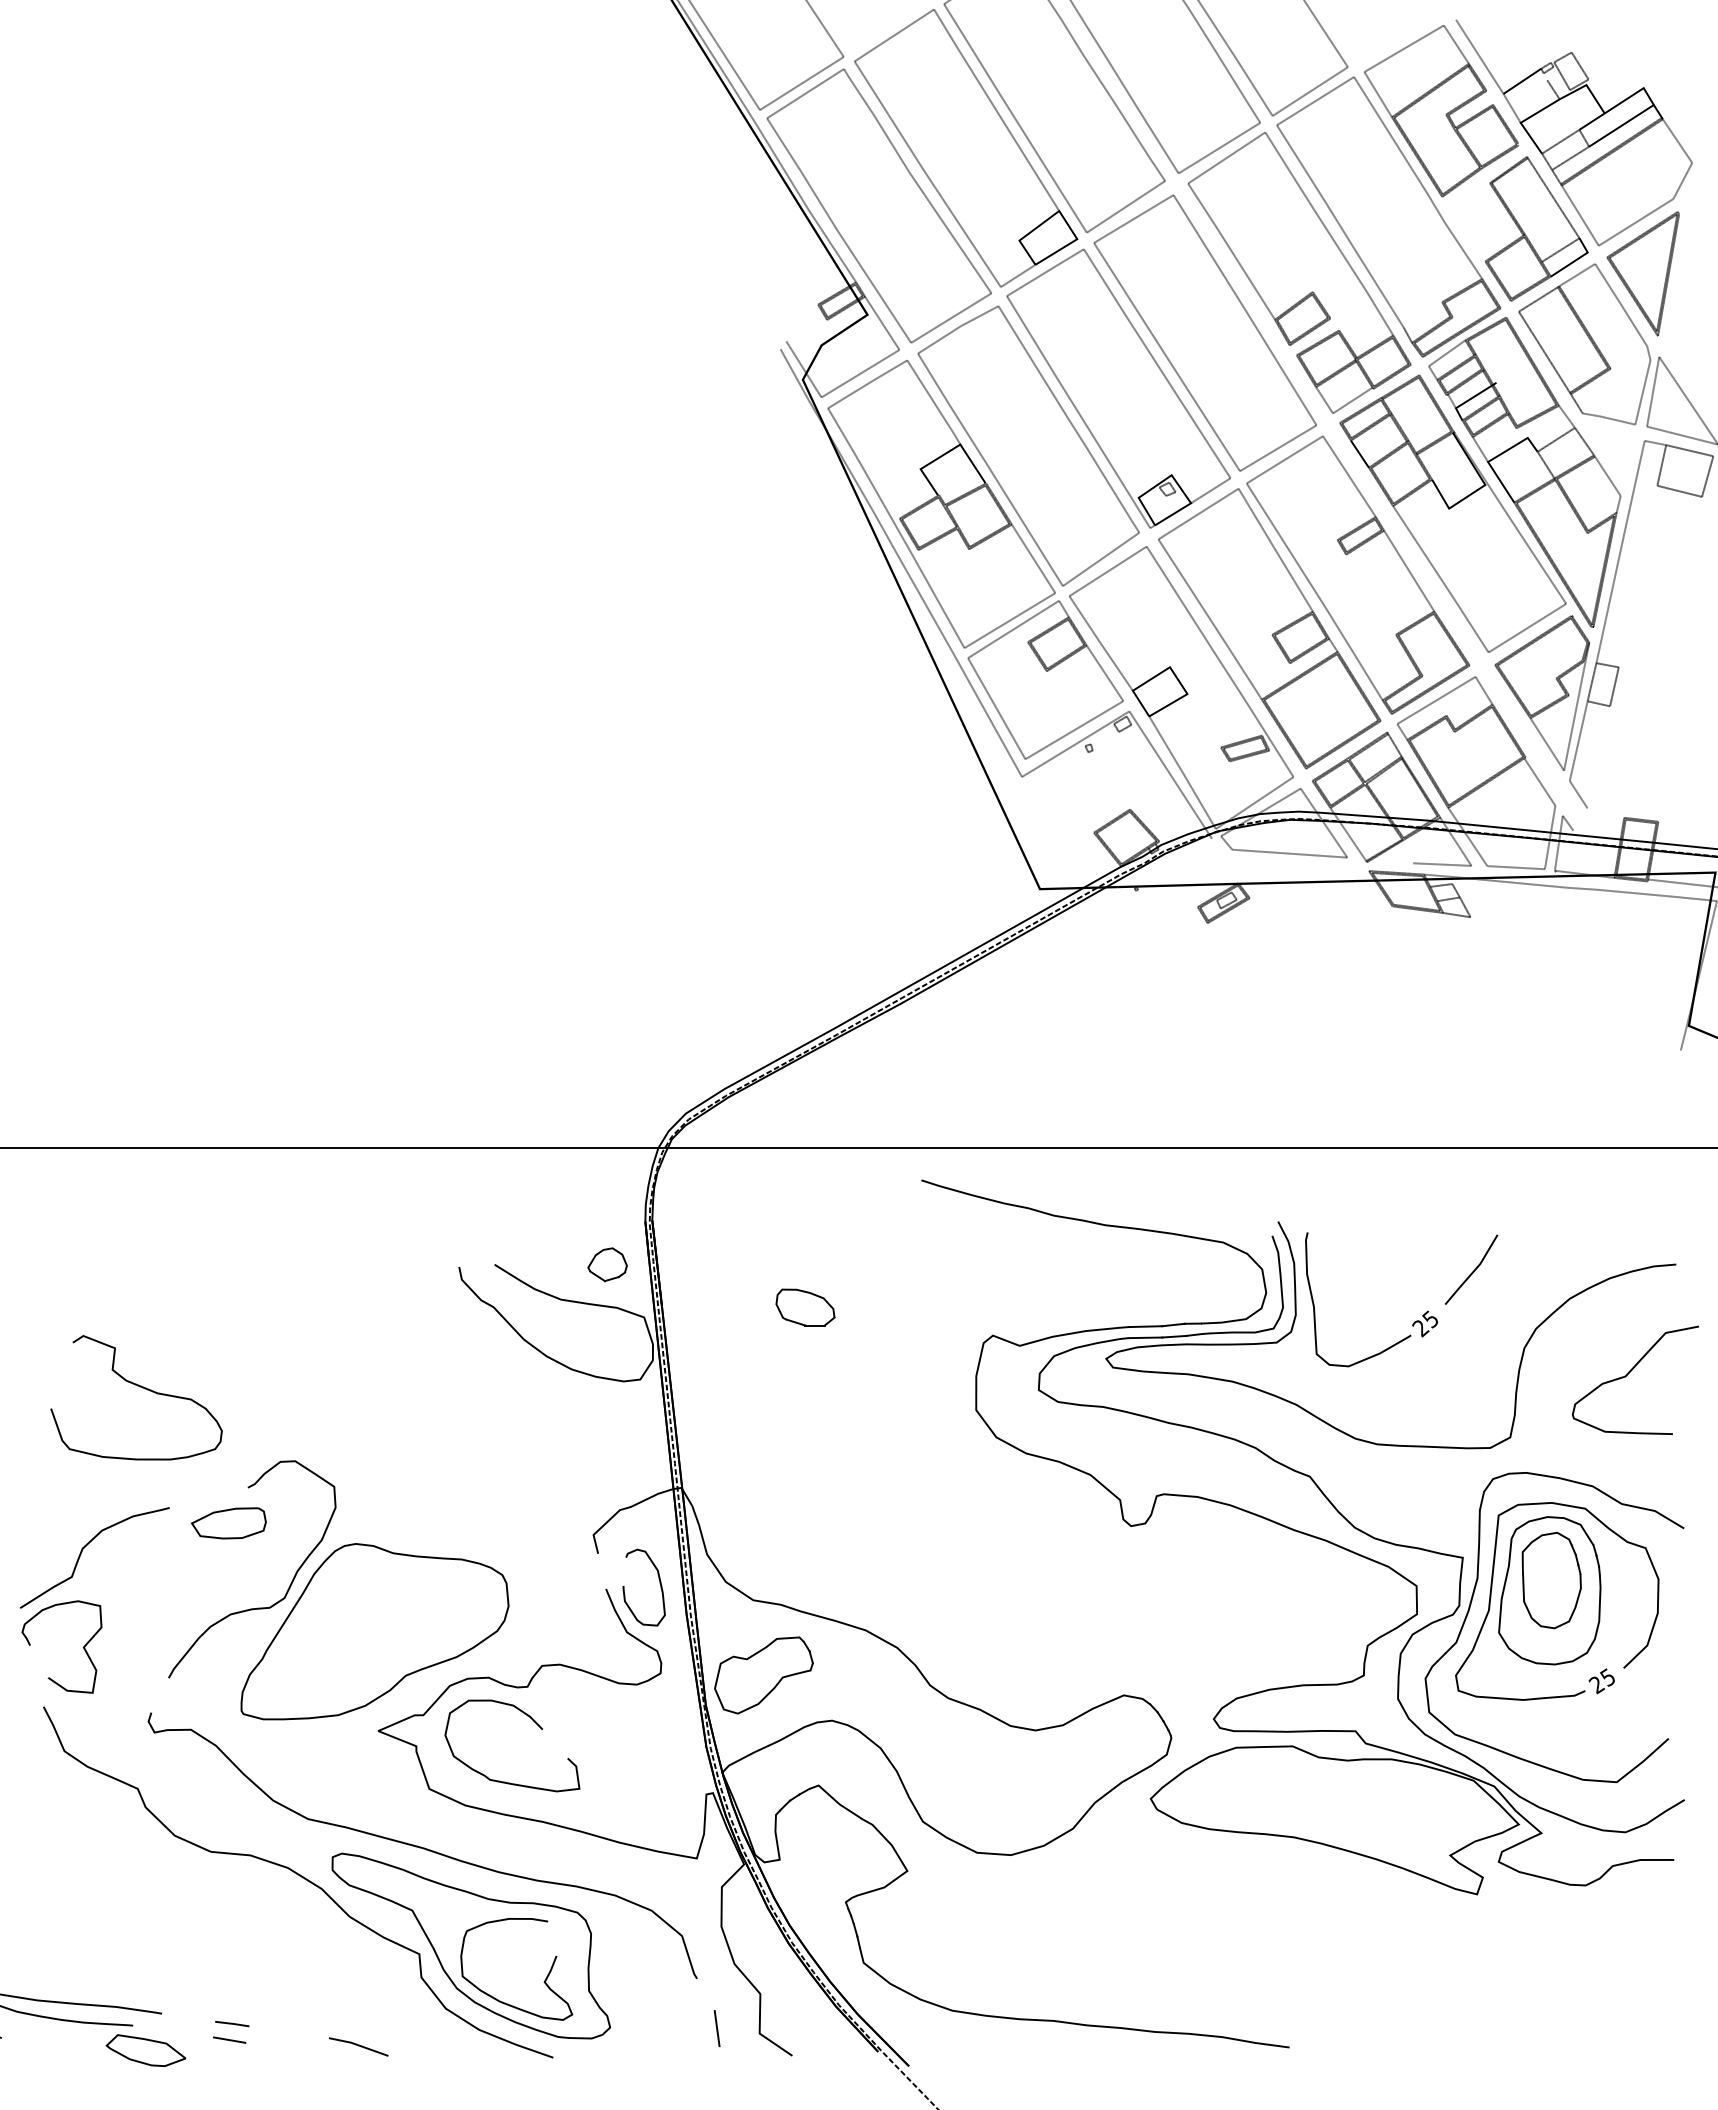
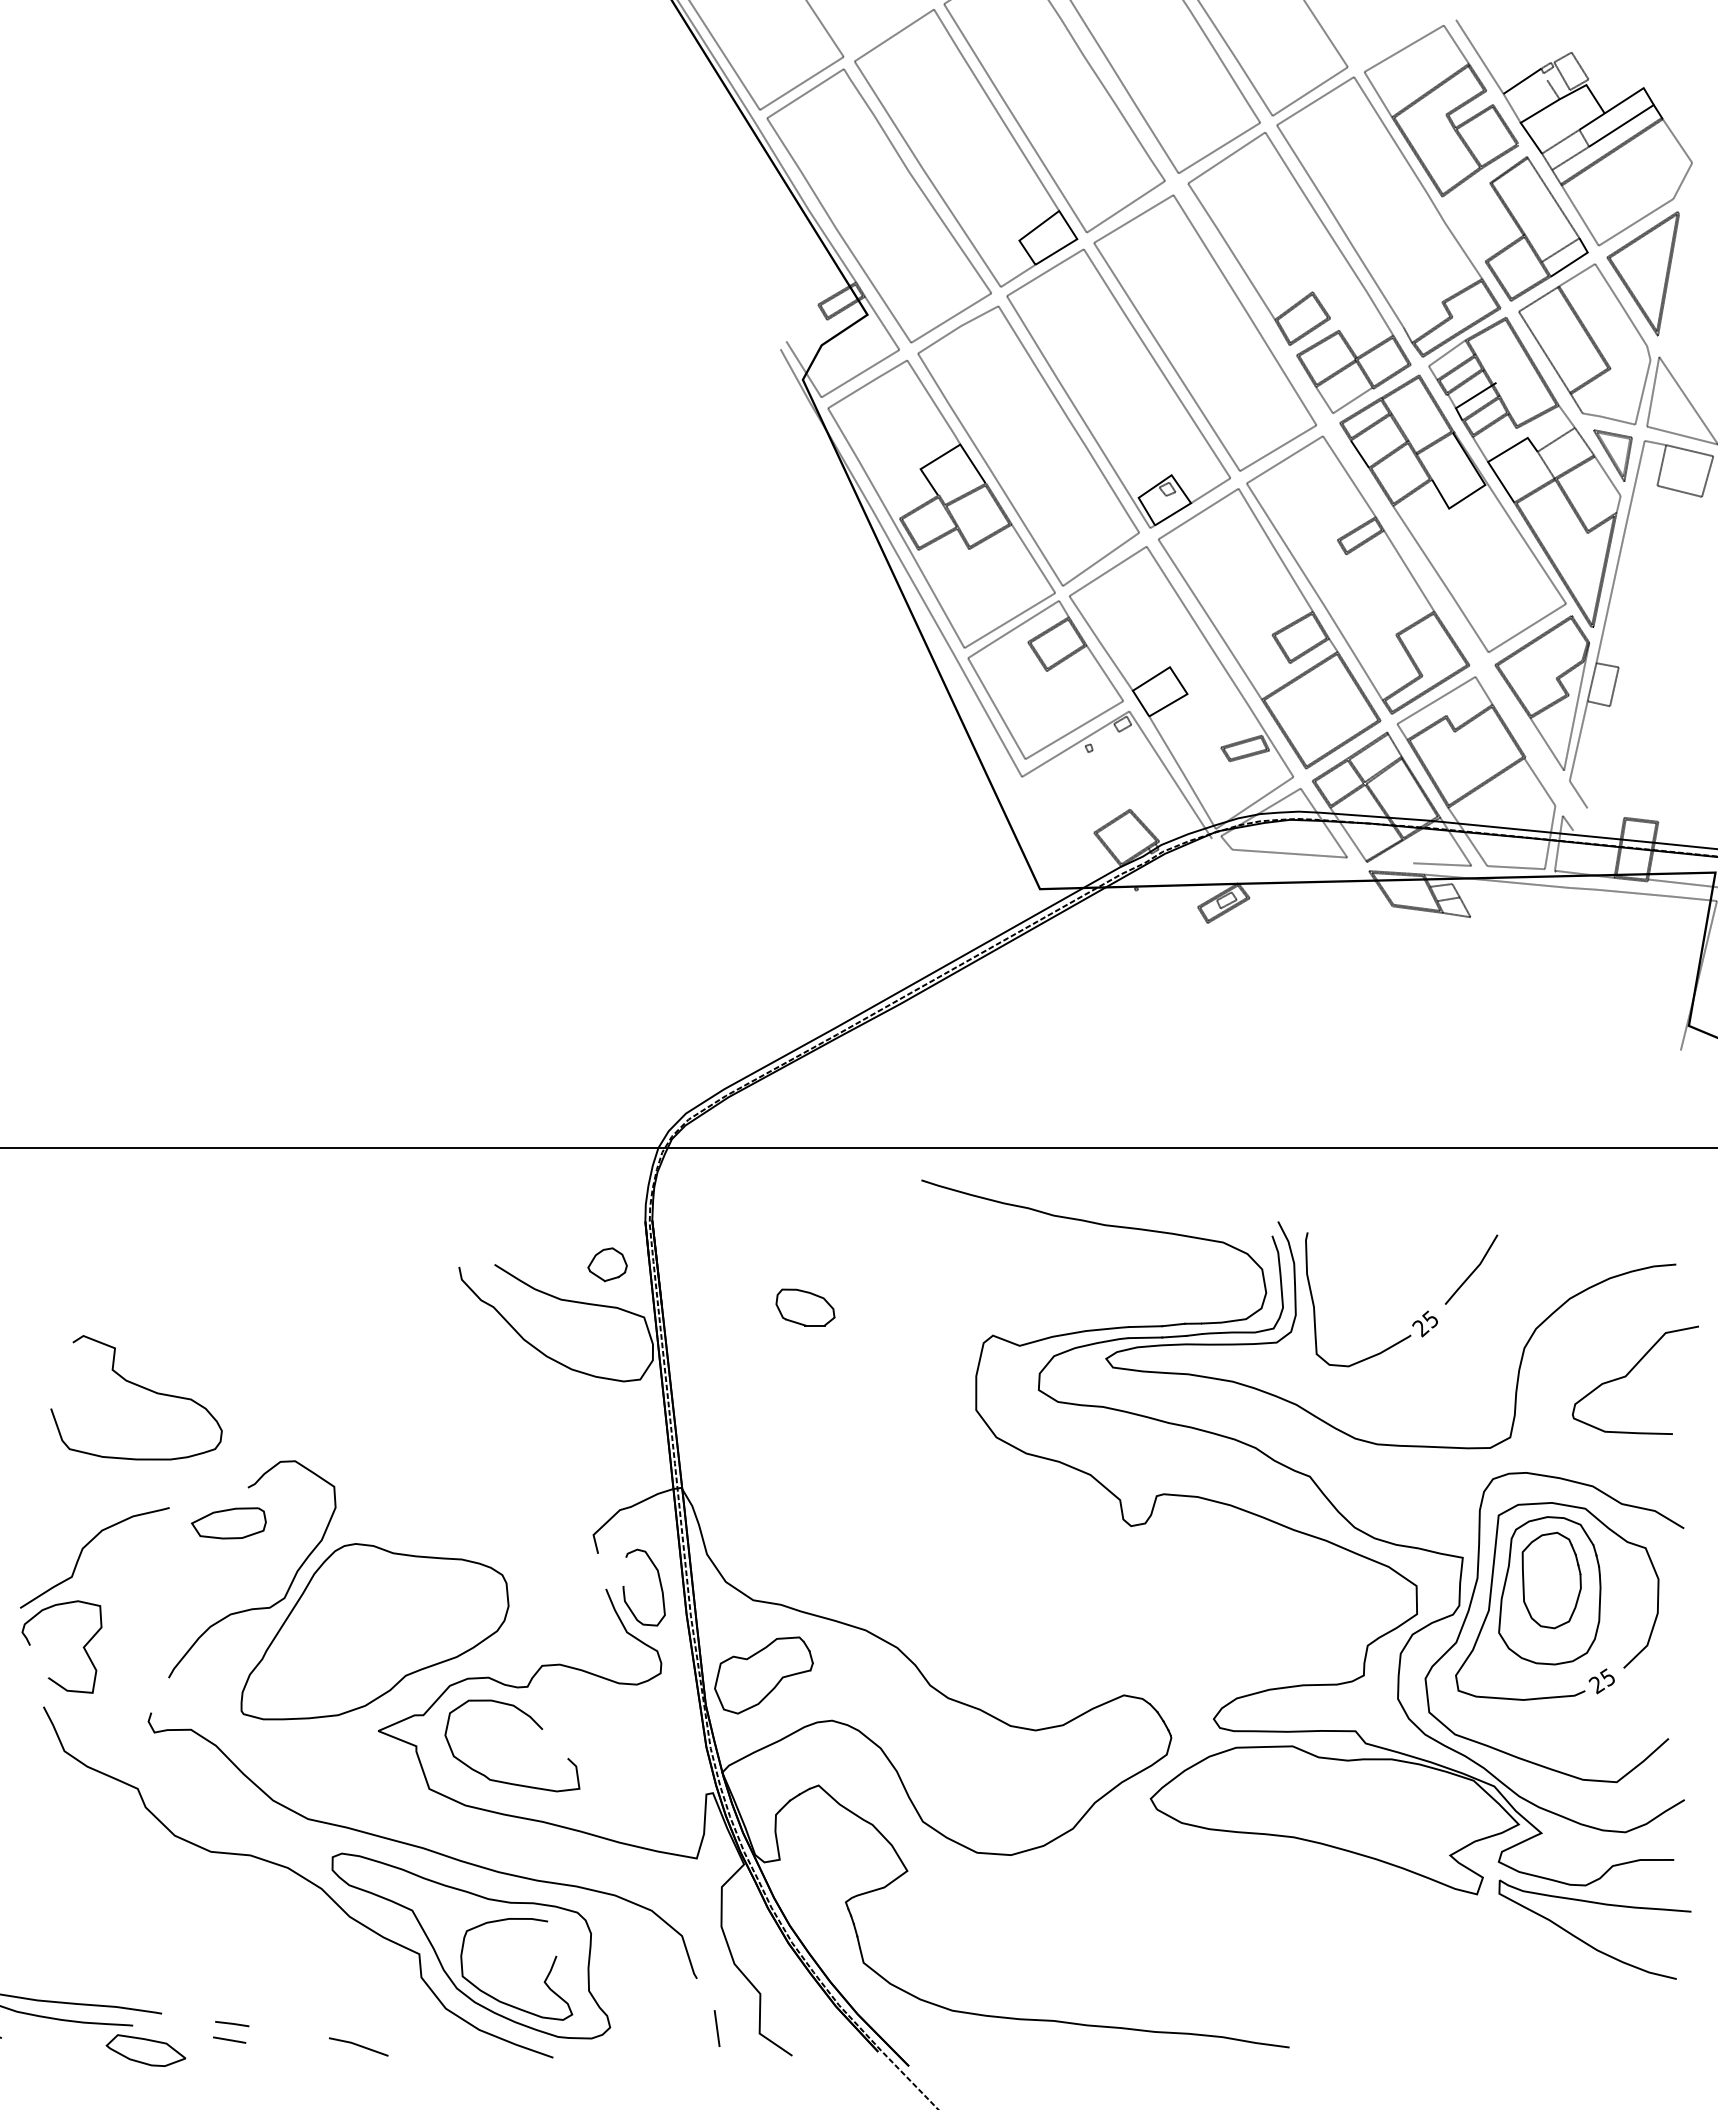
part at (1612, 455): none -> present
curve at (1585, 1941): none -> present
